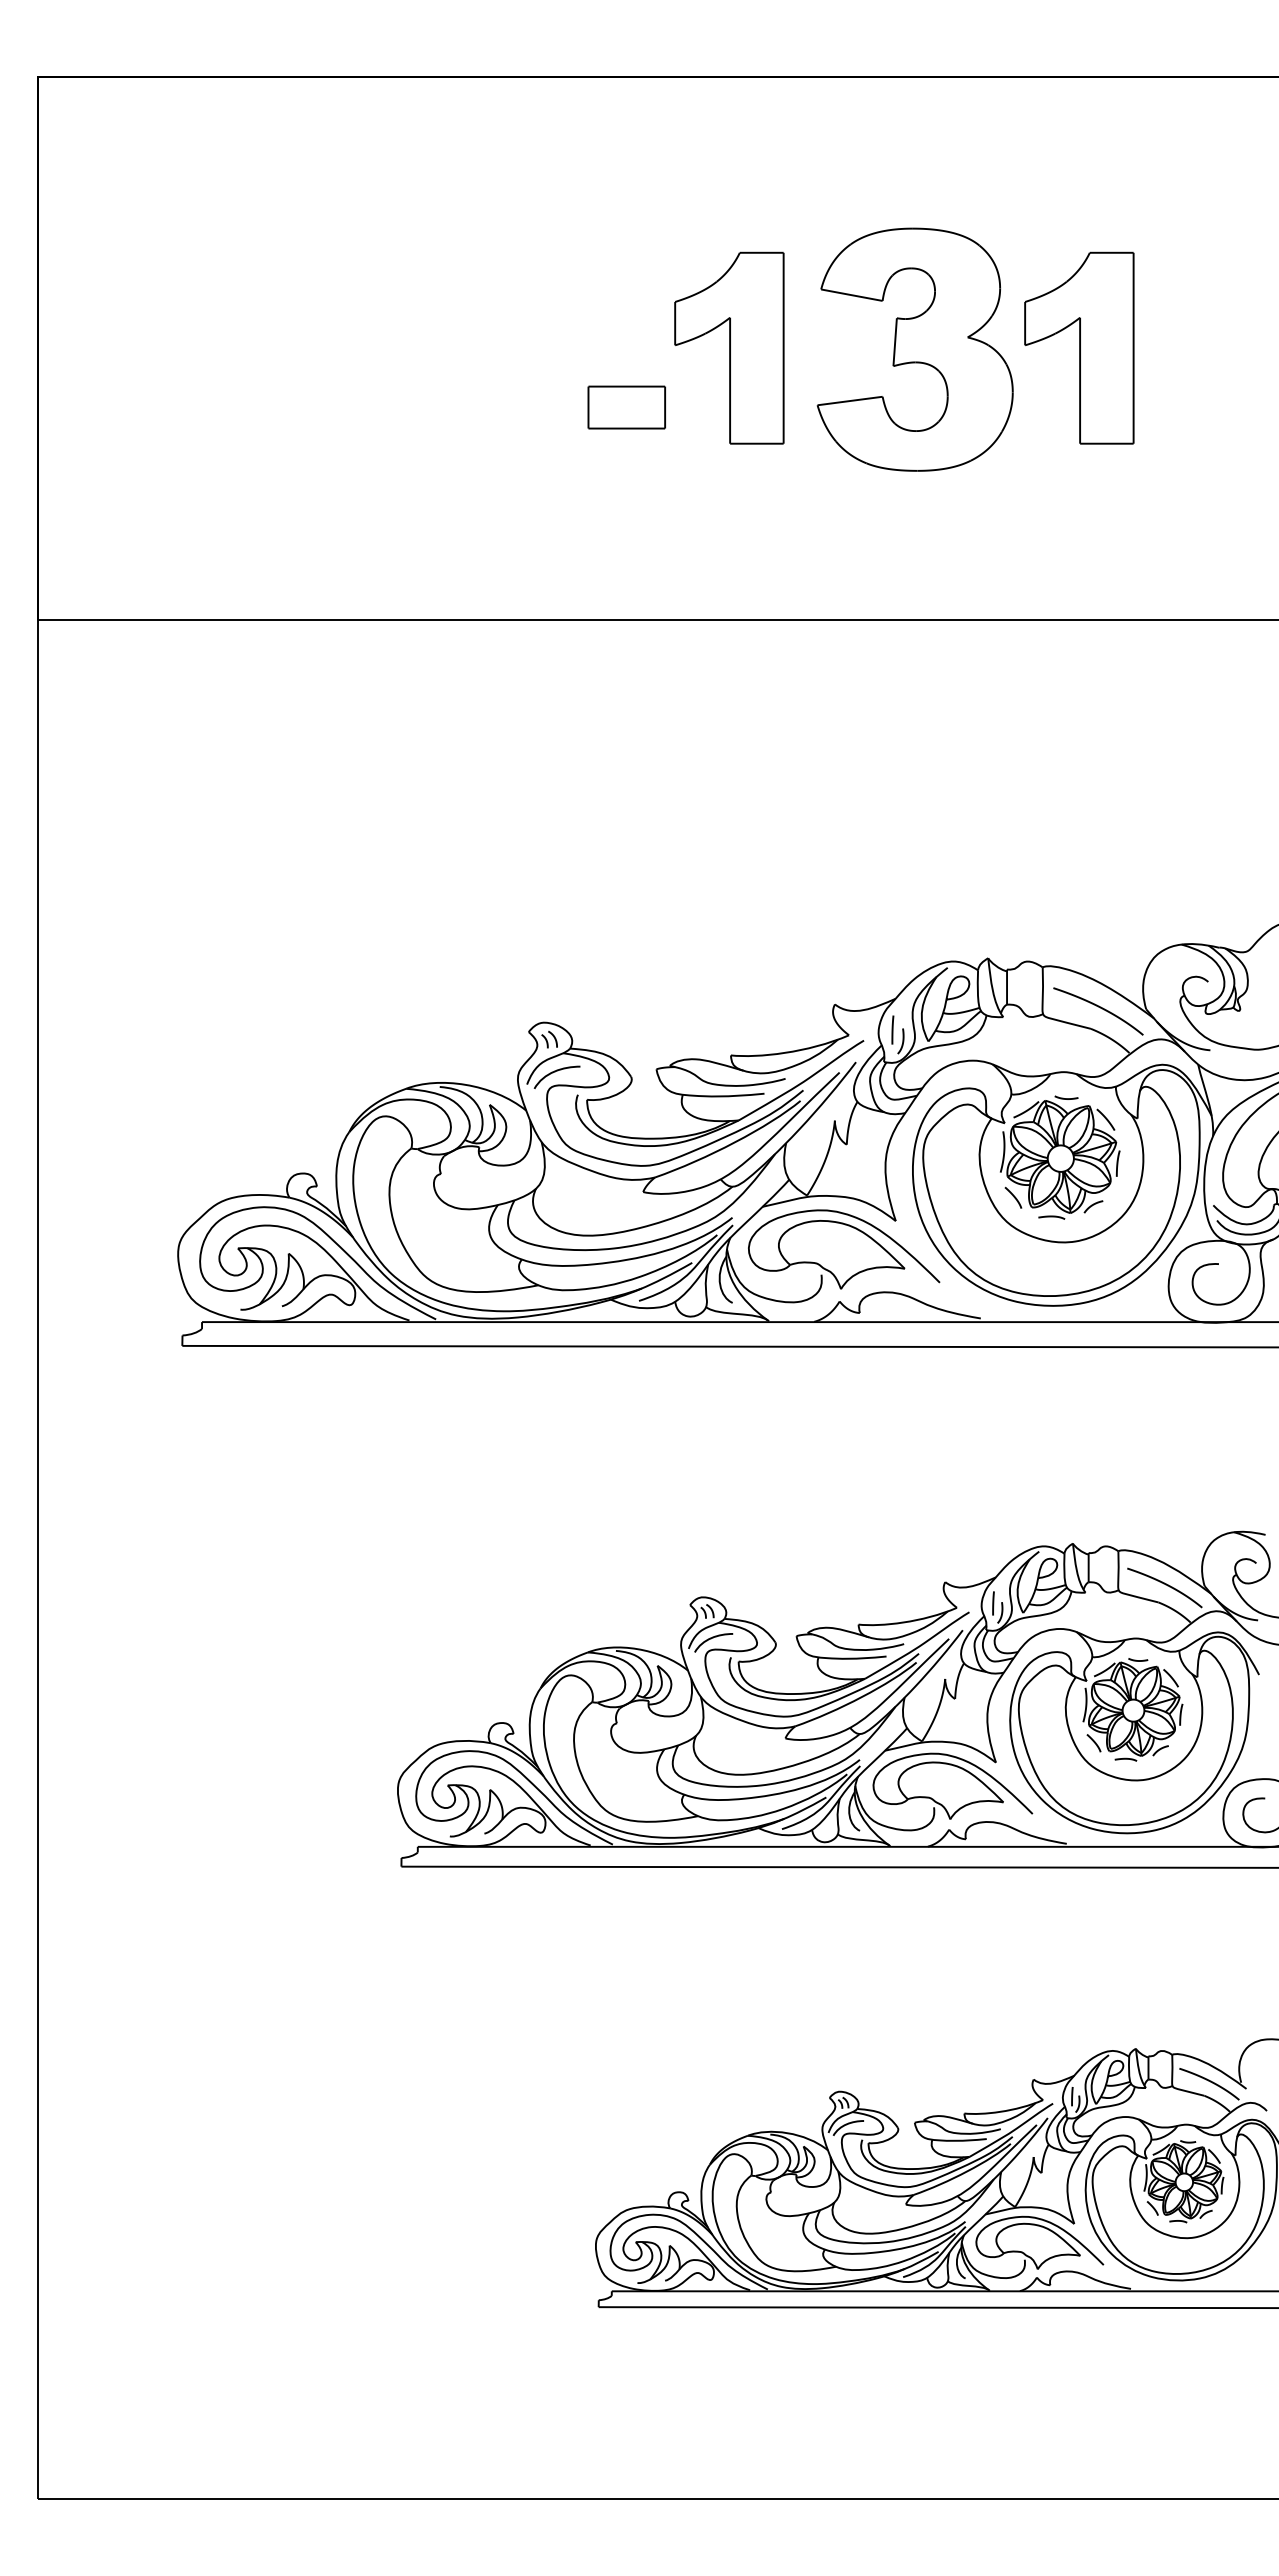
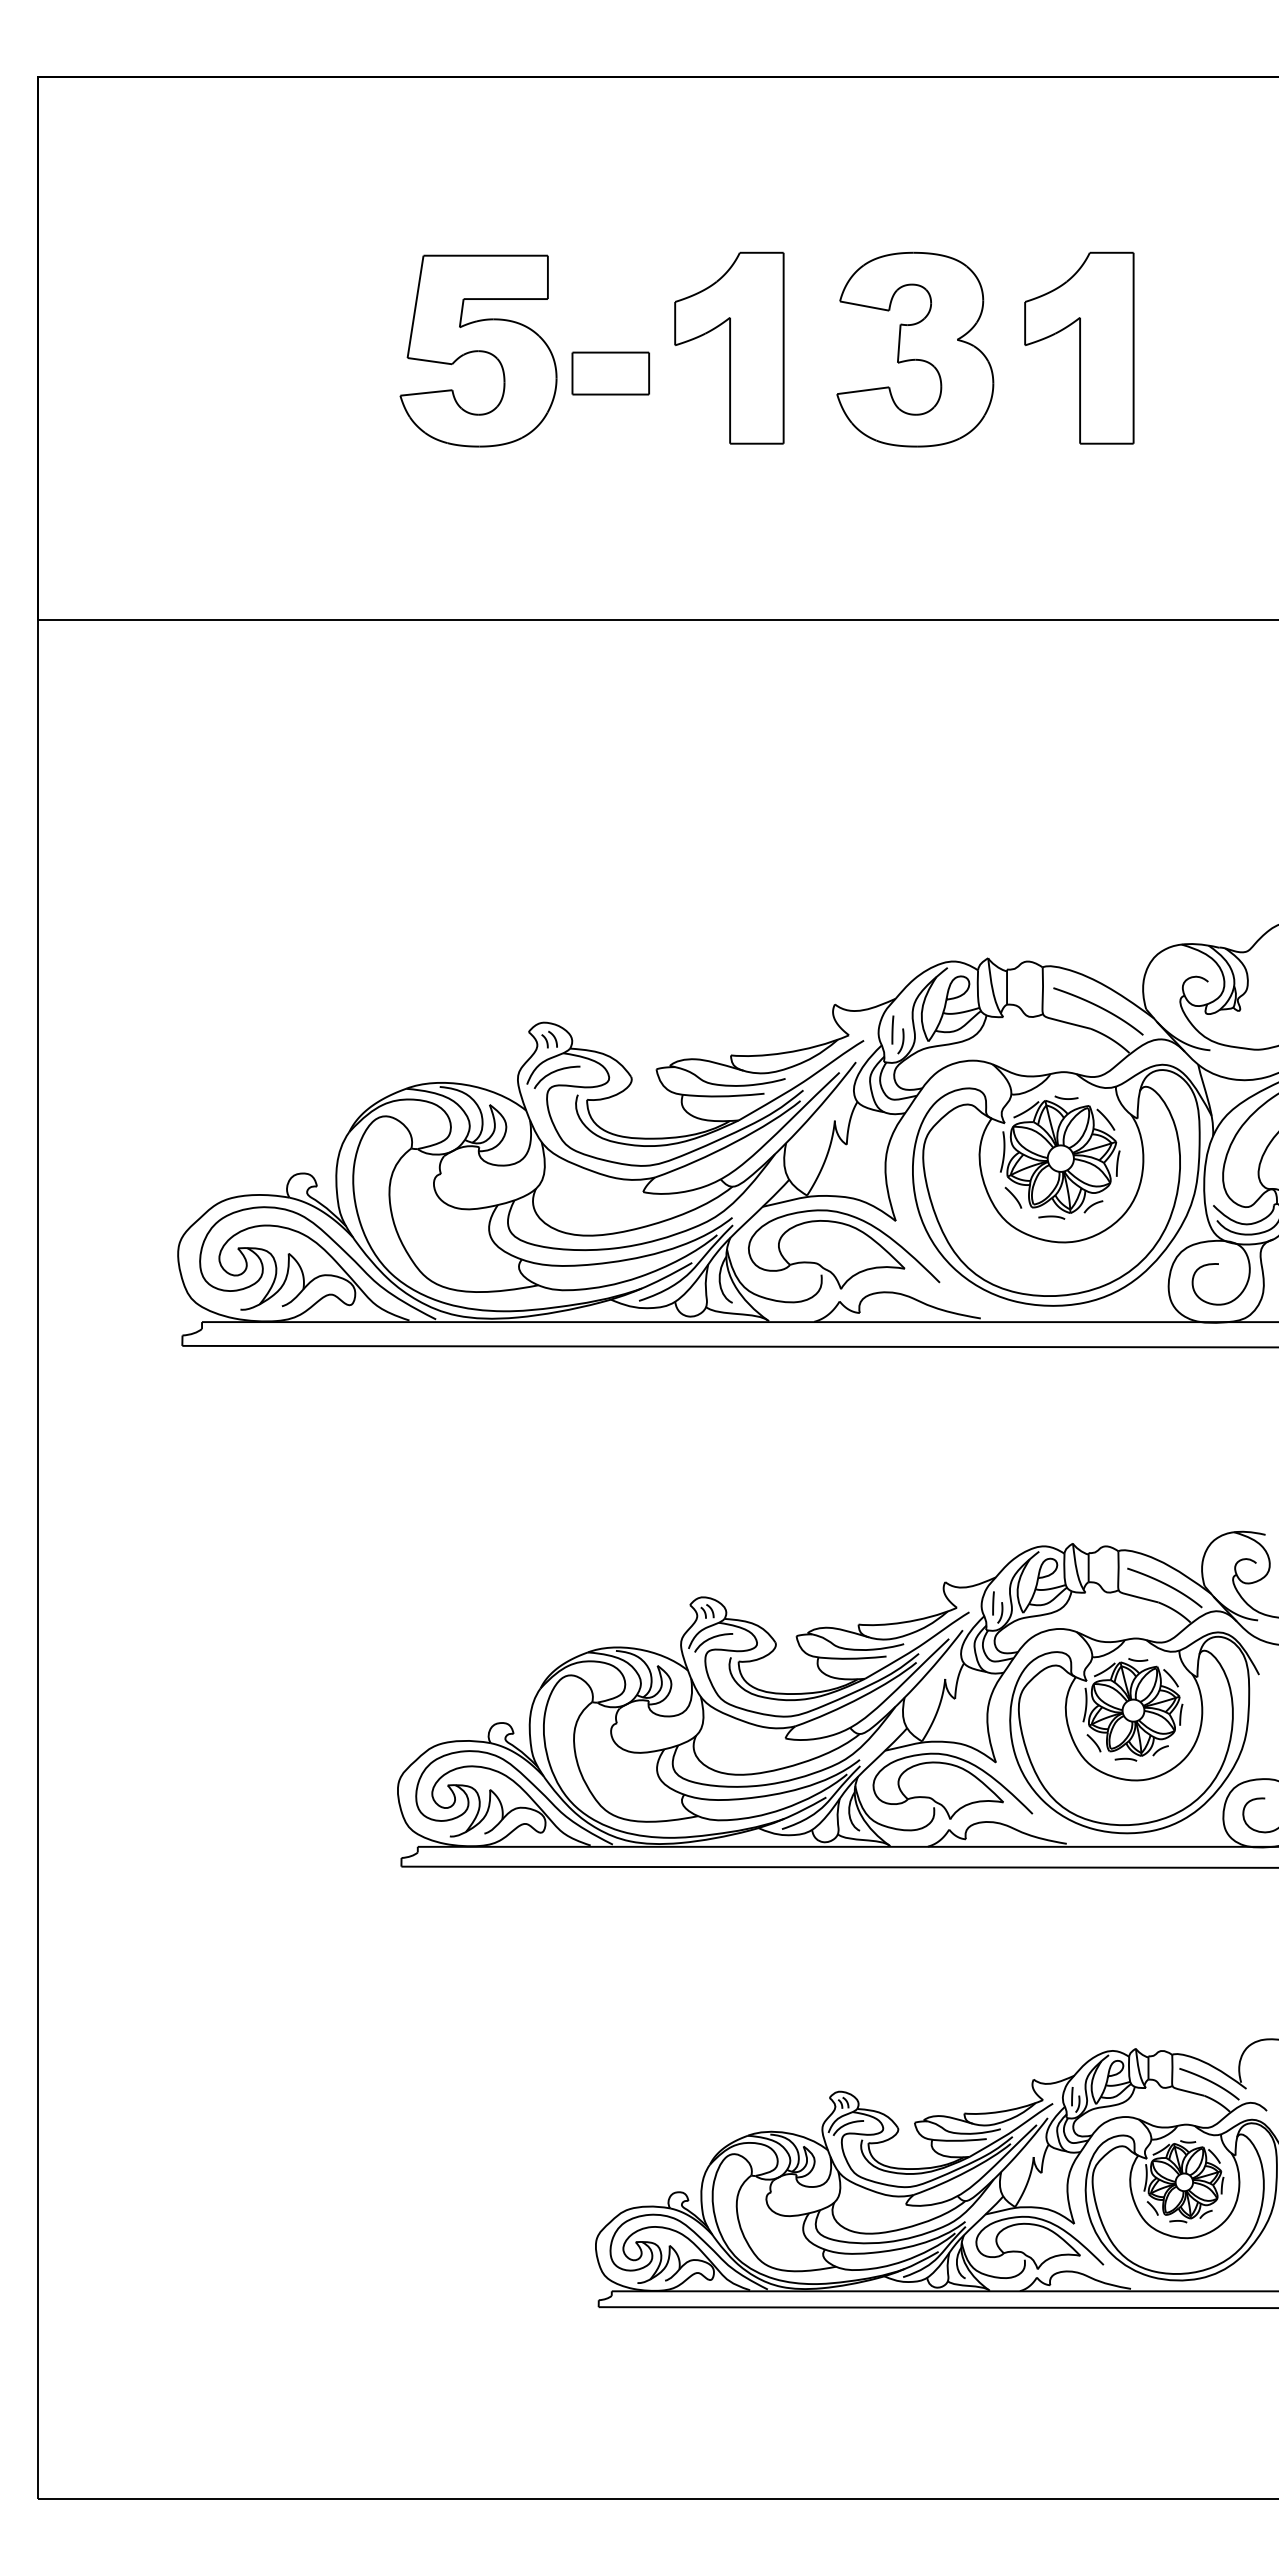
part at (914, 349) size: 198x245 px -> 159x197 px
part at (478, 350): none -> present
part at (626, 407) position: (626, 407) -> (610, 373)
